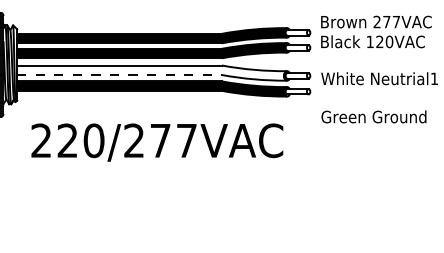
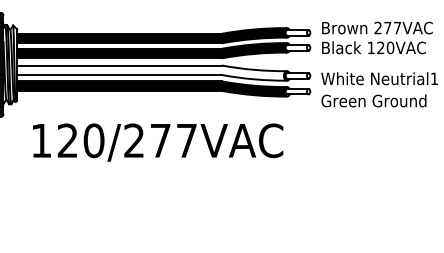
text at (376, 31) position: (376, 31) -> (377, 37)
line at (119, 75): dashed -> solid
text at (373, 116) position: (373, 116) -> (373, 100)
text at (40, 140): 220/277VAC -> 120/277VAC
